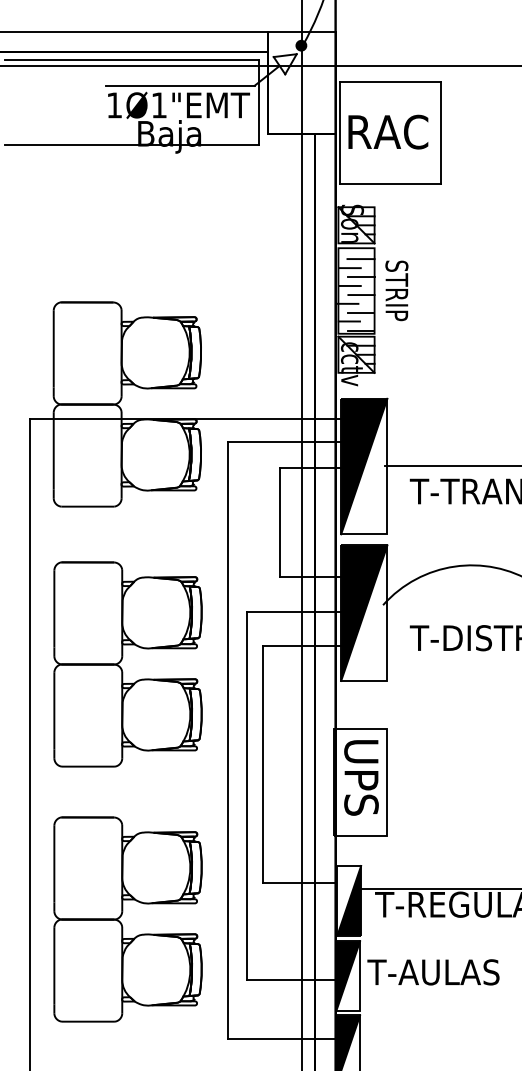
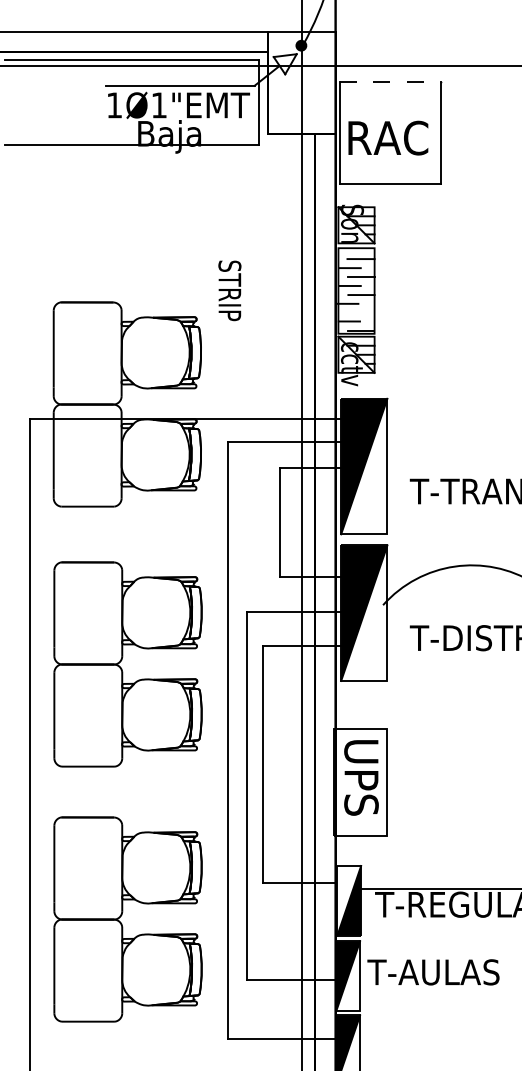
line at (390, 82): solid -> dashed
text at (388, 131) position: (388, 131) -> (388, 137)
text at (396, 290) position: (396, 290) -> (229, 290)
line at (360, 312): present -> none
line at (451, 466): present -> none
